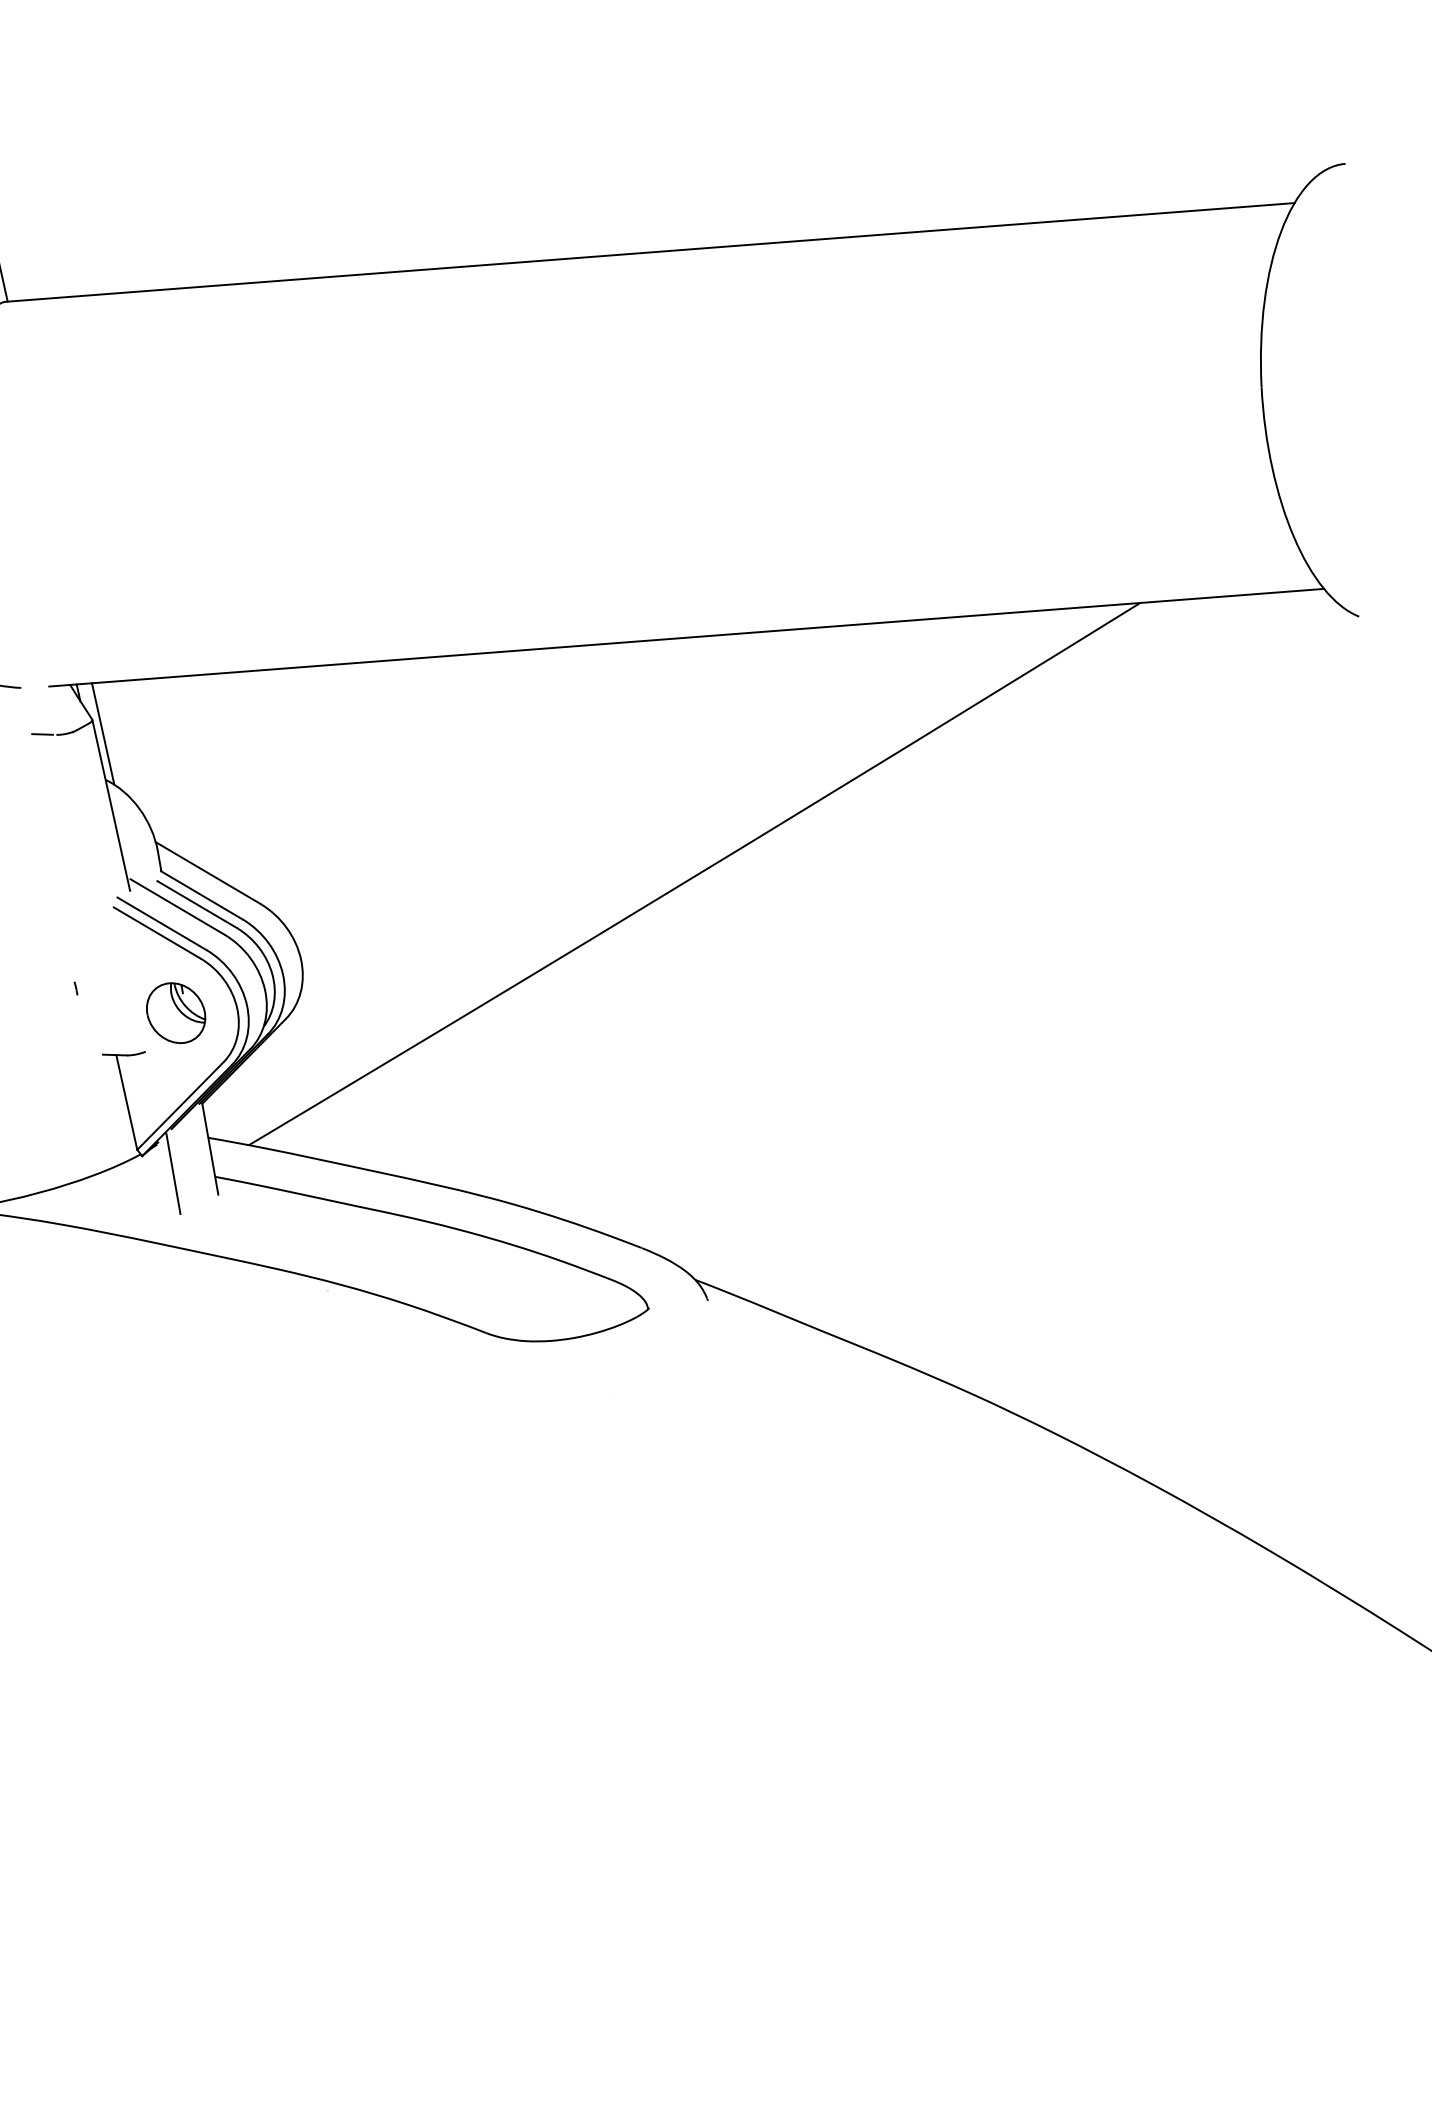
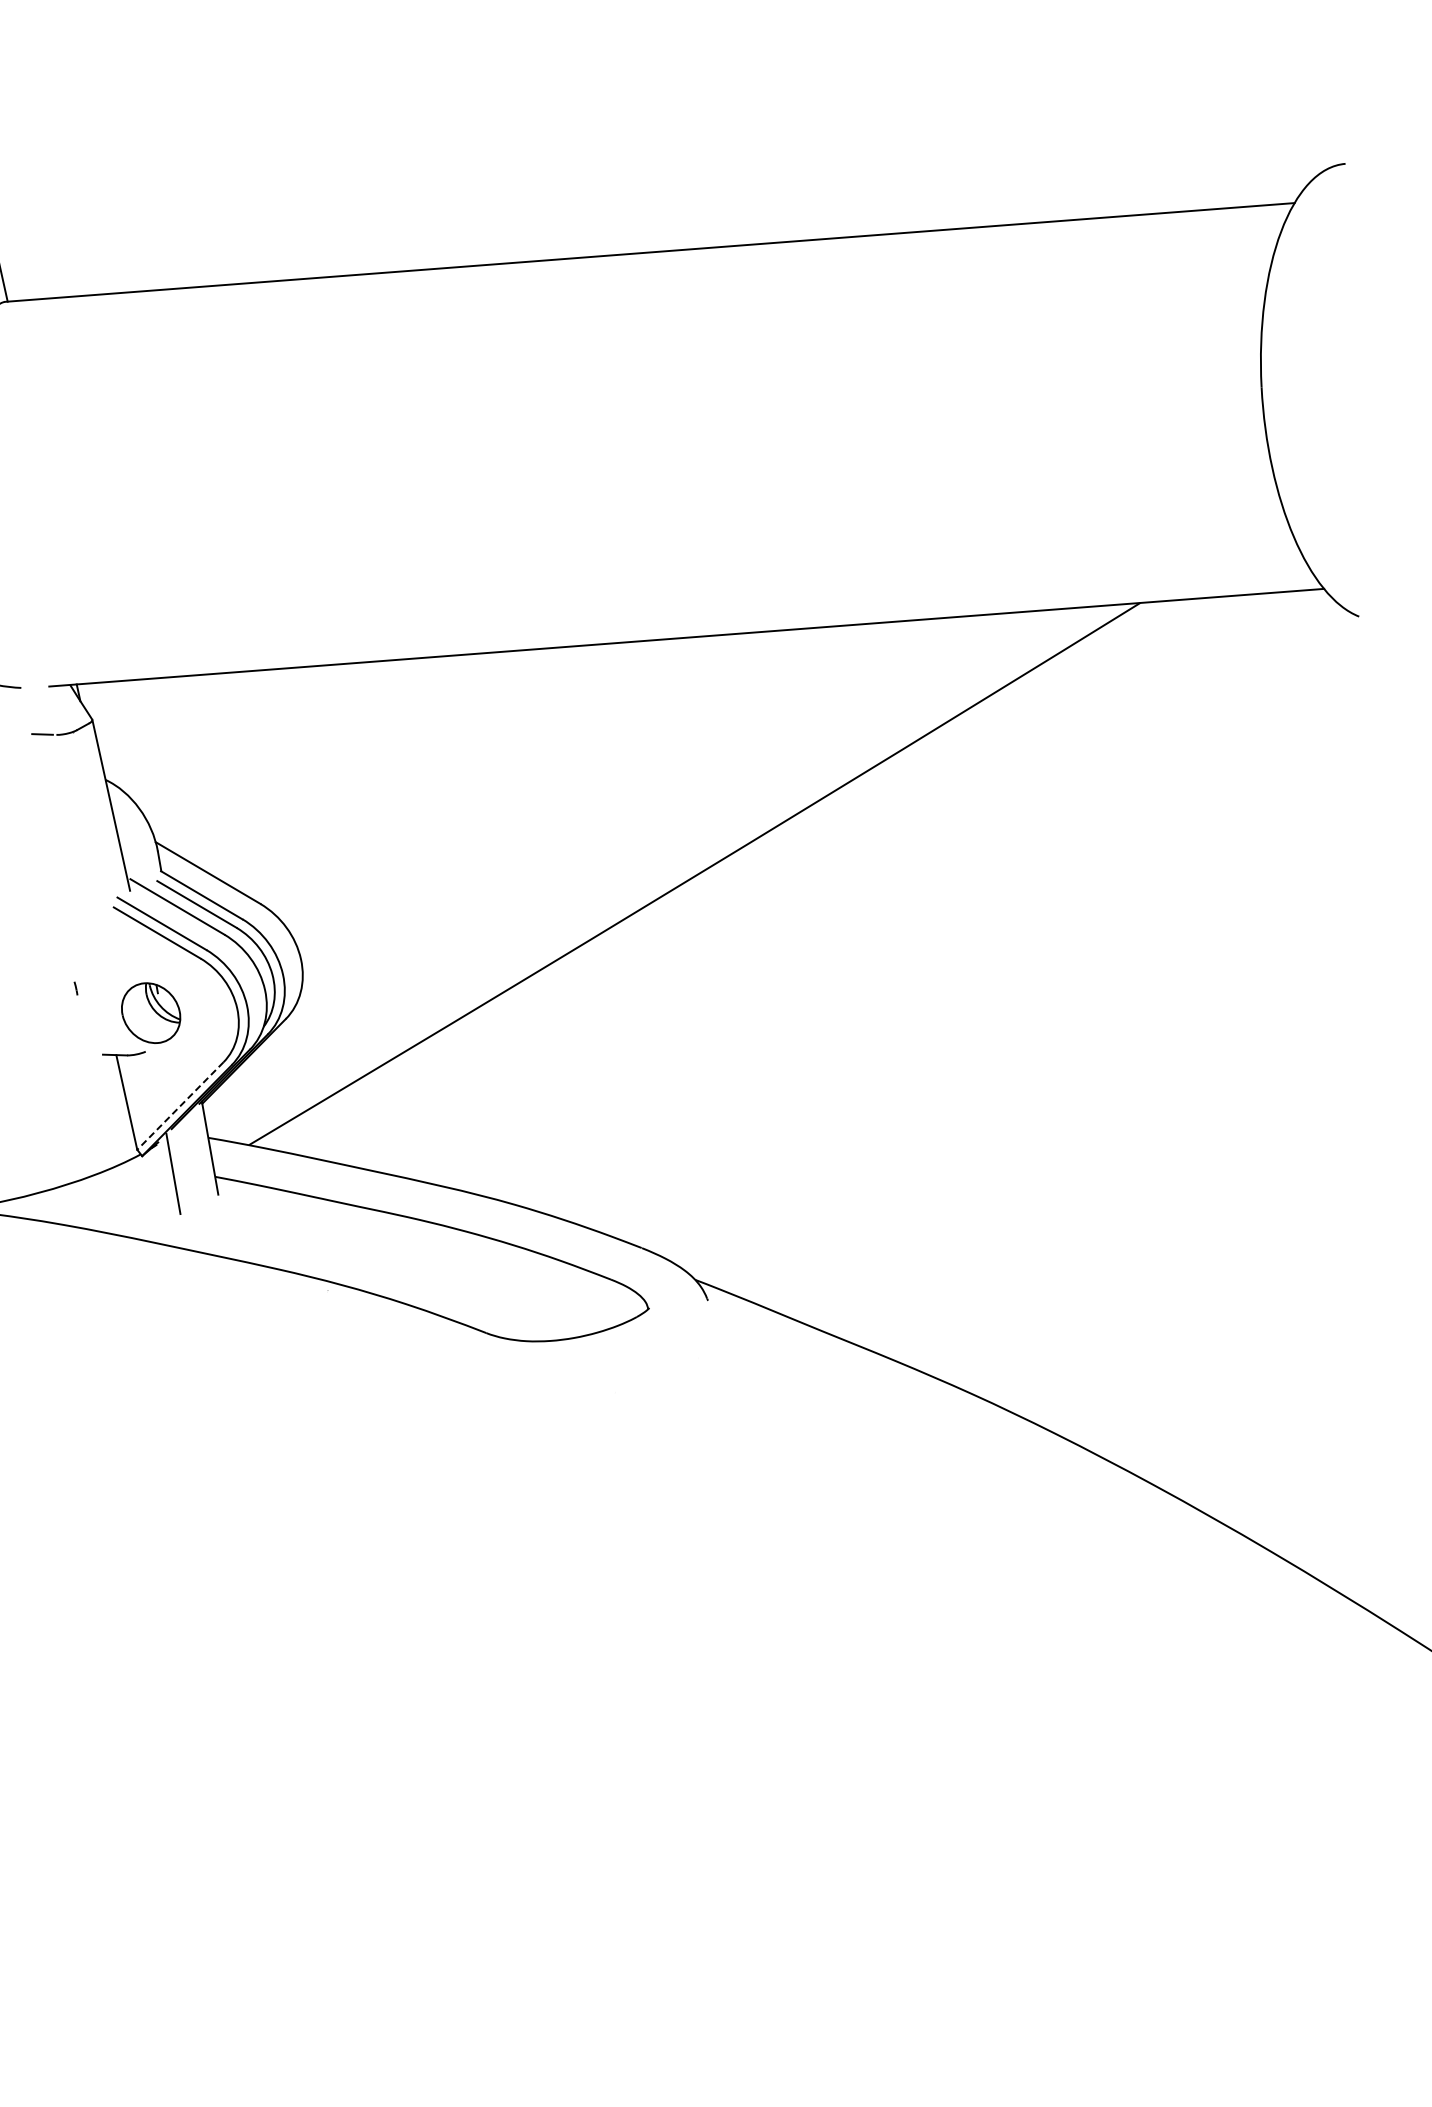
line at (103, 733): present -> none
part at (176, 1012) position: (176, 1012) -> (151, 1012)
line at (180, 1106): solid -> dashed
